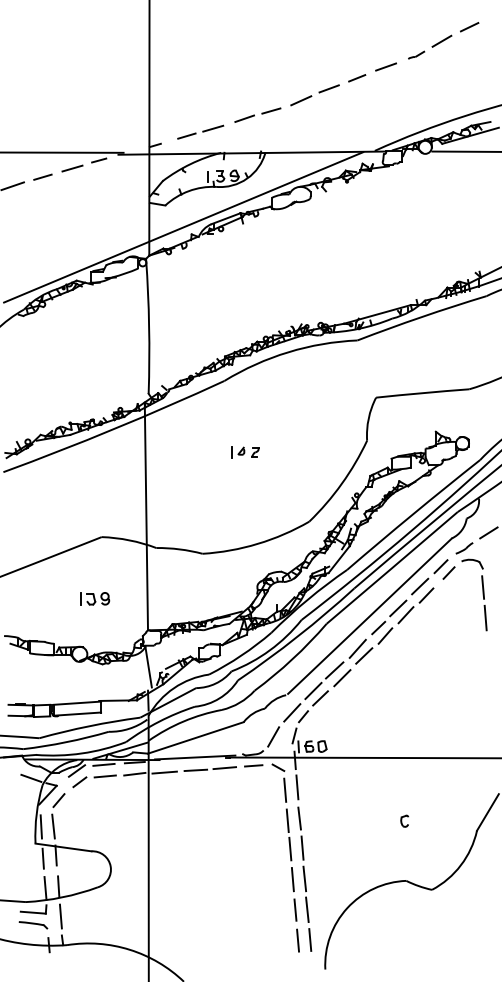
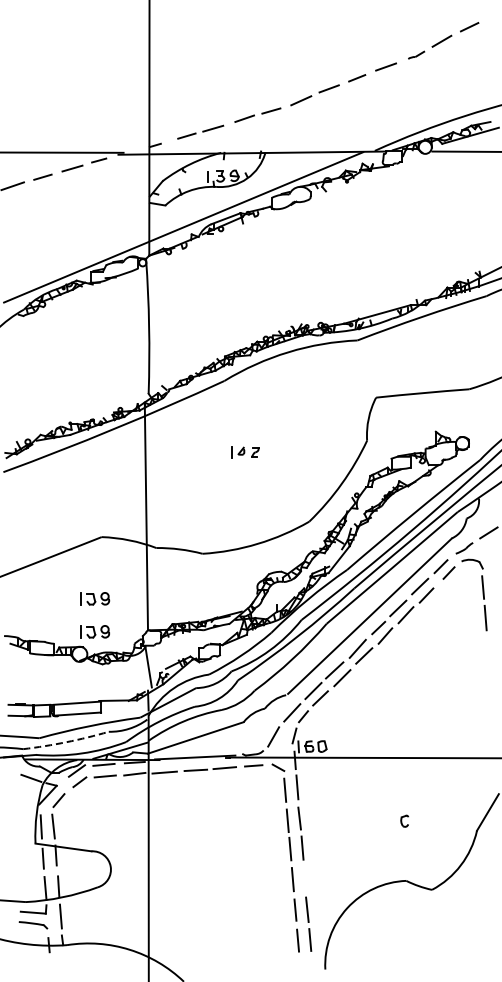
part at (95, 631): none -> present
arc at (66, 742): solid -> dashed
line at (304, 878): present -> none
